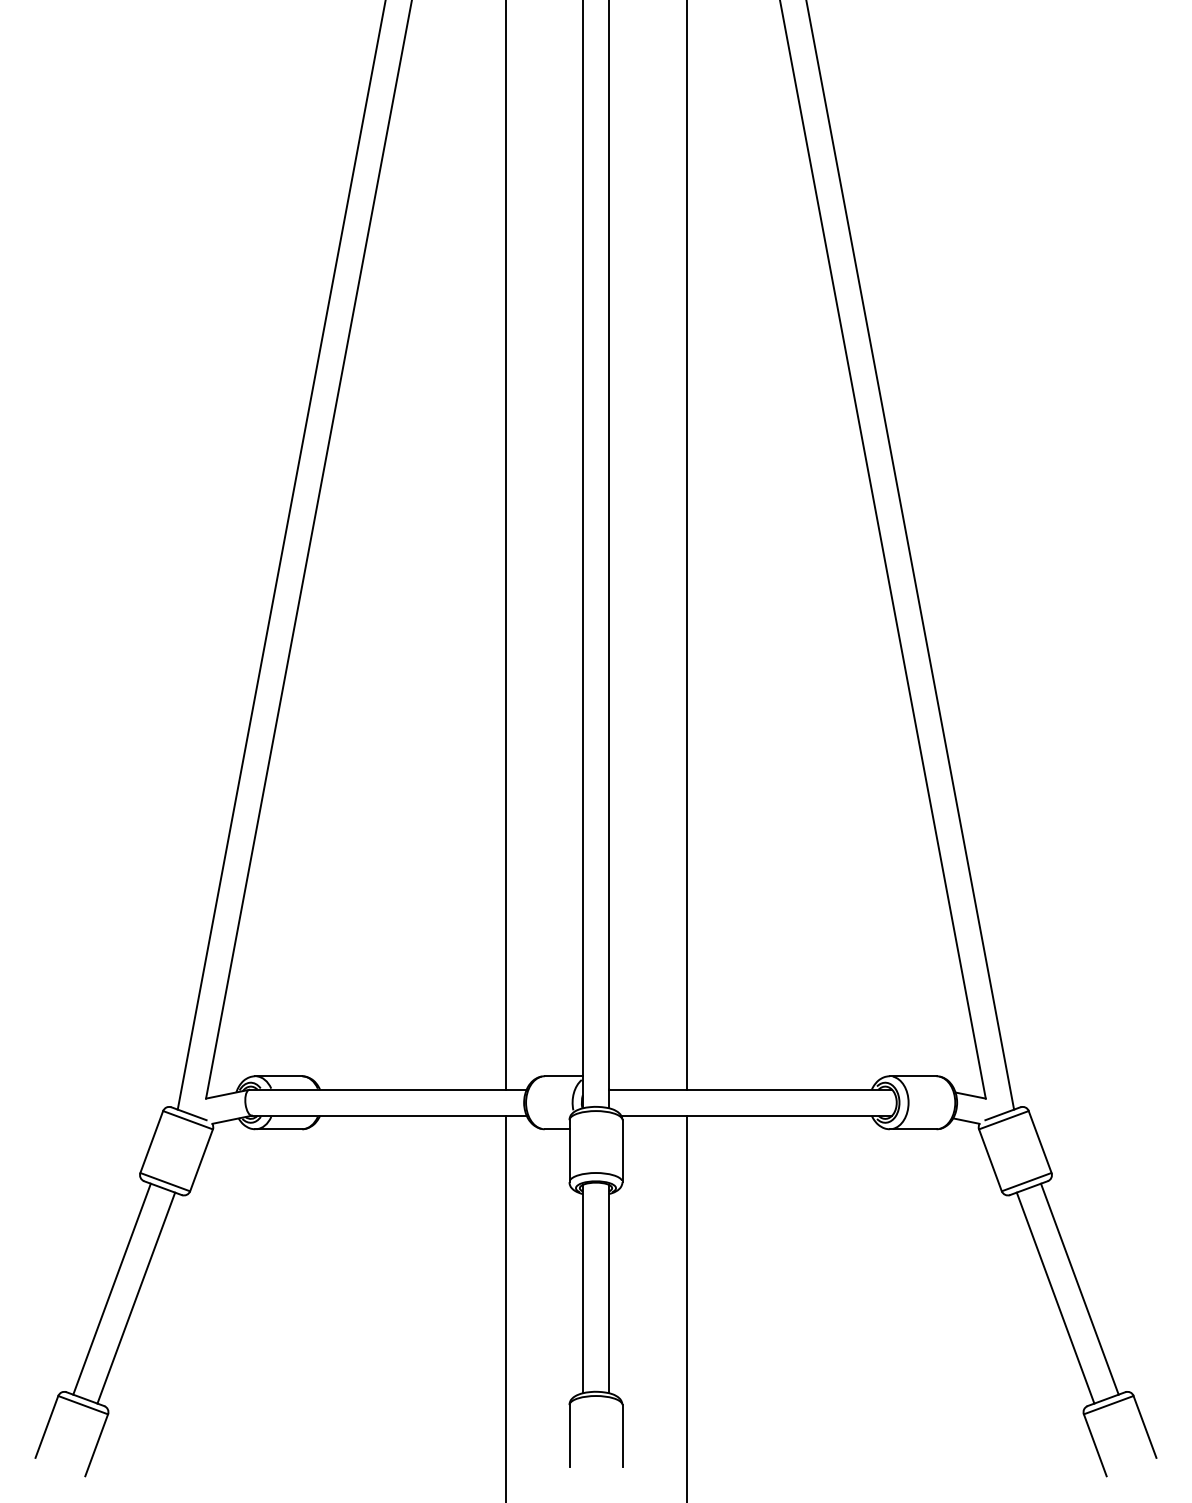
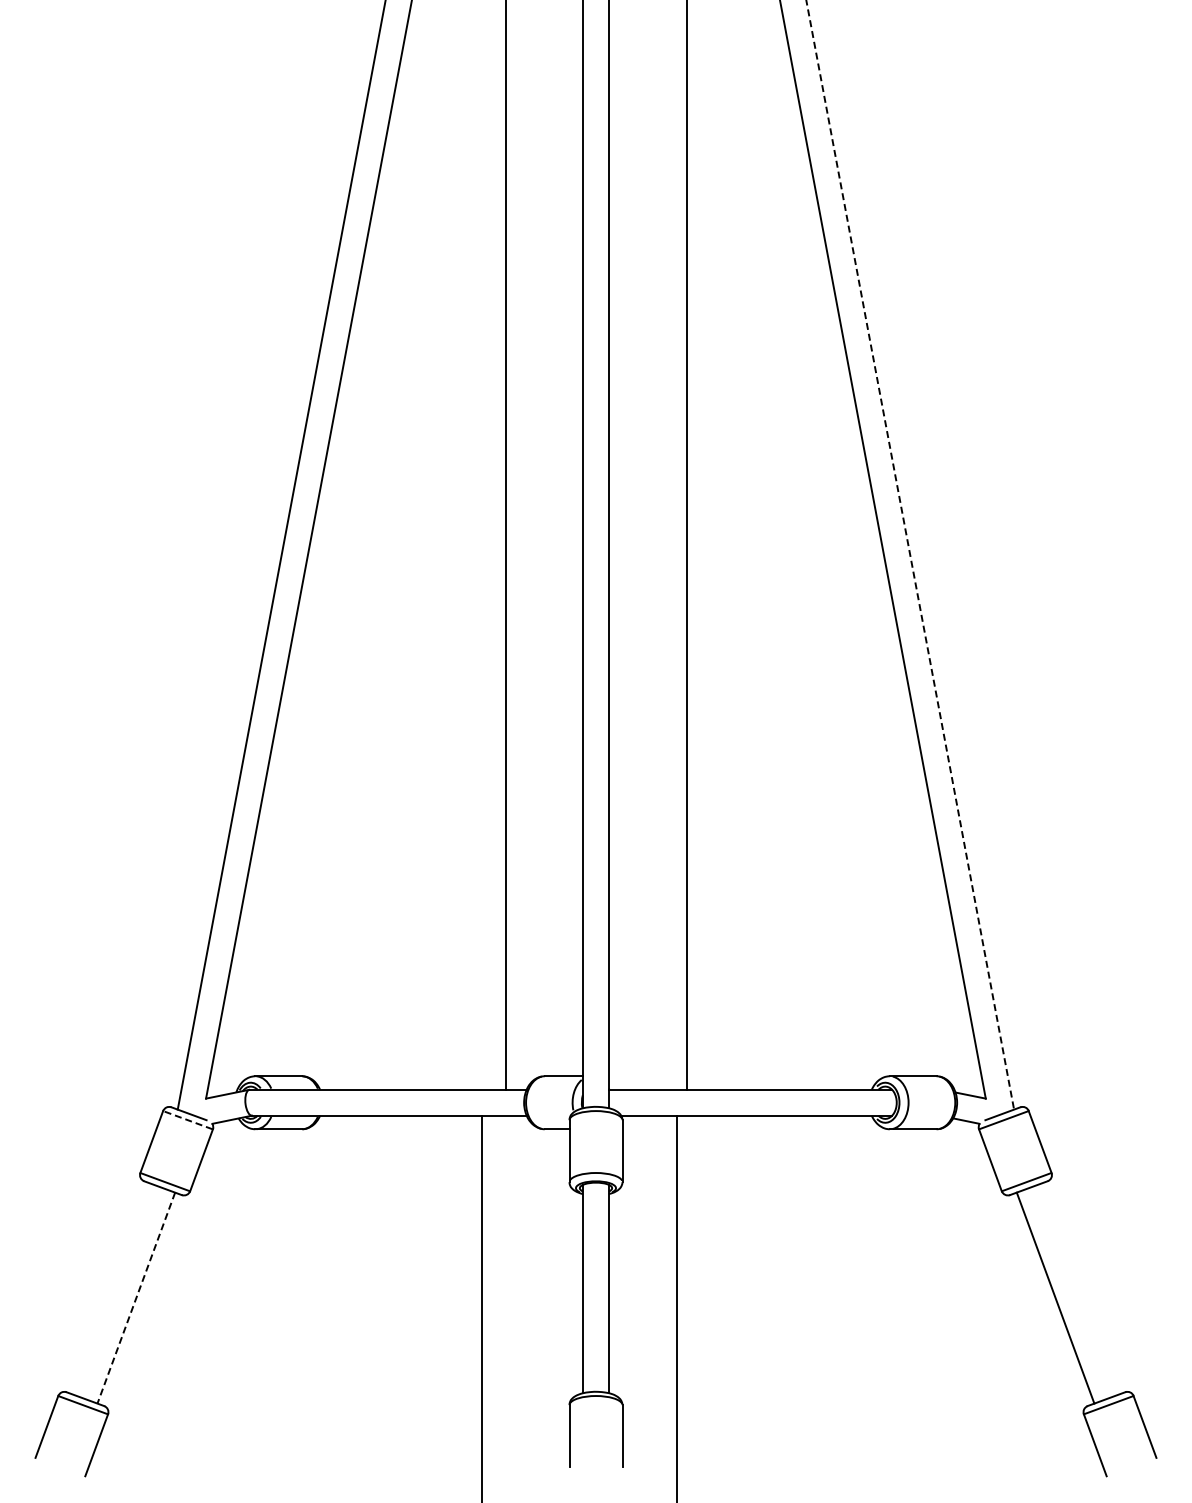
line at (910, 555): solid -> dashed
line at (187, 1120): solid -> dashed
line at (111, 1288): present -> none
line at (1079, 1288): present -> none
line at (136, 1298): solid -> dashed
line at (505, 1307) position: (505, 1307) -> (481, 1307)
line at (686, 1307) position: (686, 1307) -> (676, 1307)
